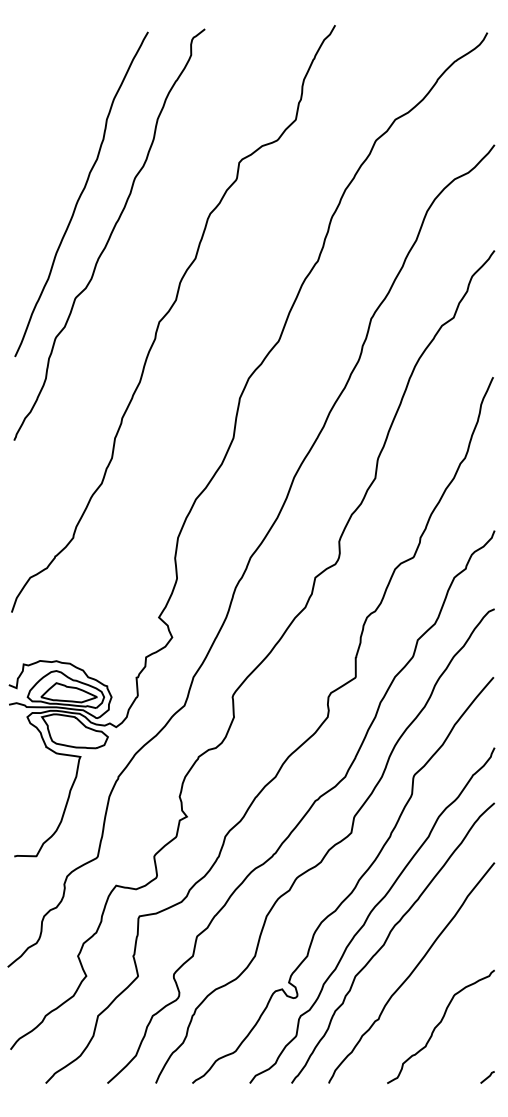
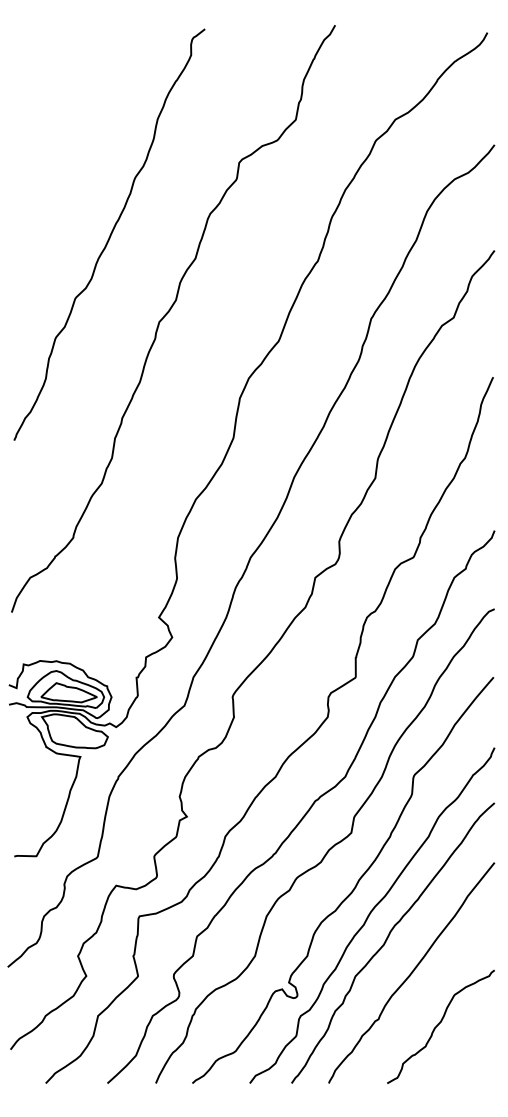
curve at (81, 194): present -> none
line at (487, 1077): present -> none
